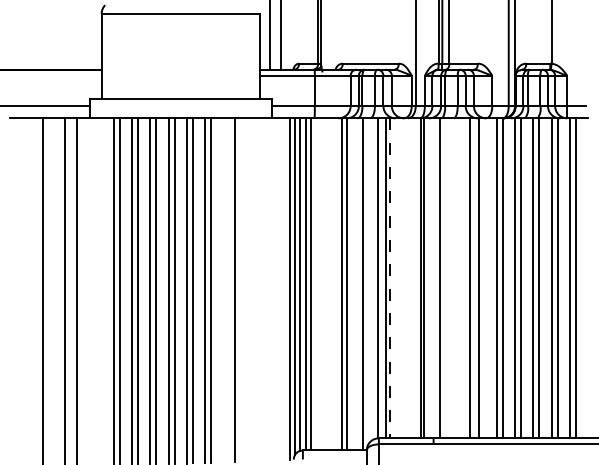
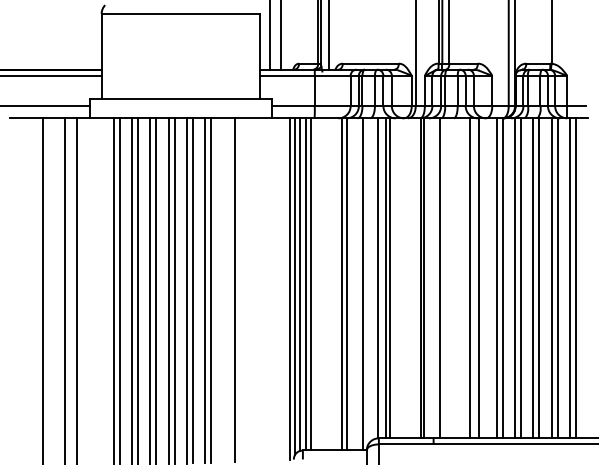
line at (328, 35): none -> present
line at (51, 75): none -> present
line at (390, 278): dashed -> solid
